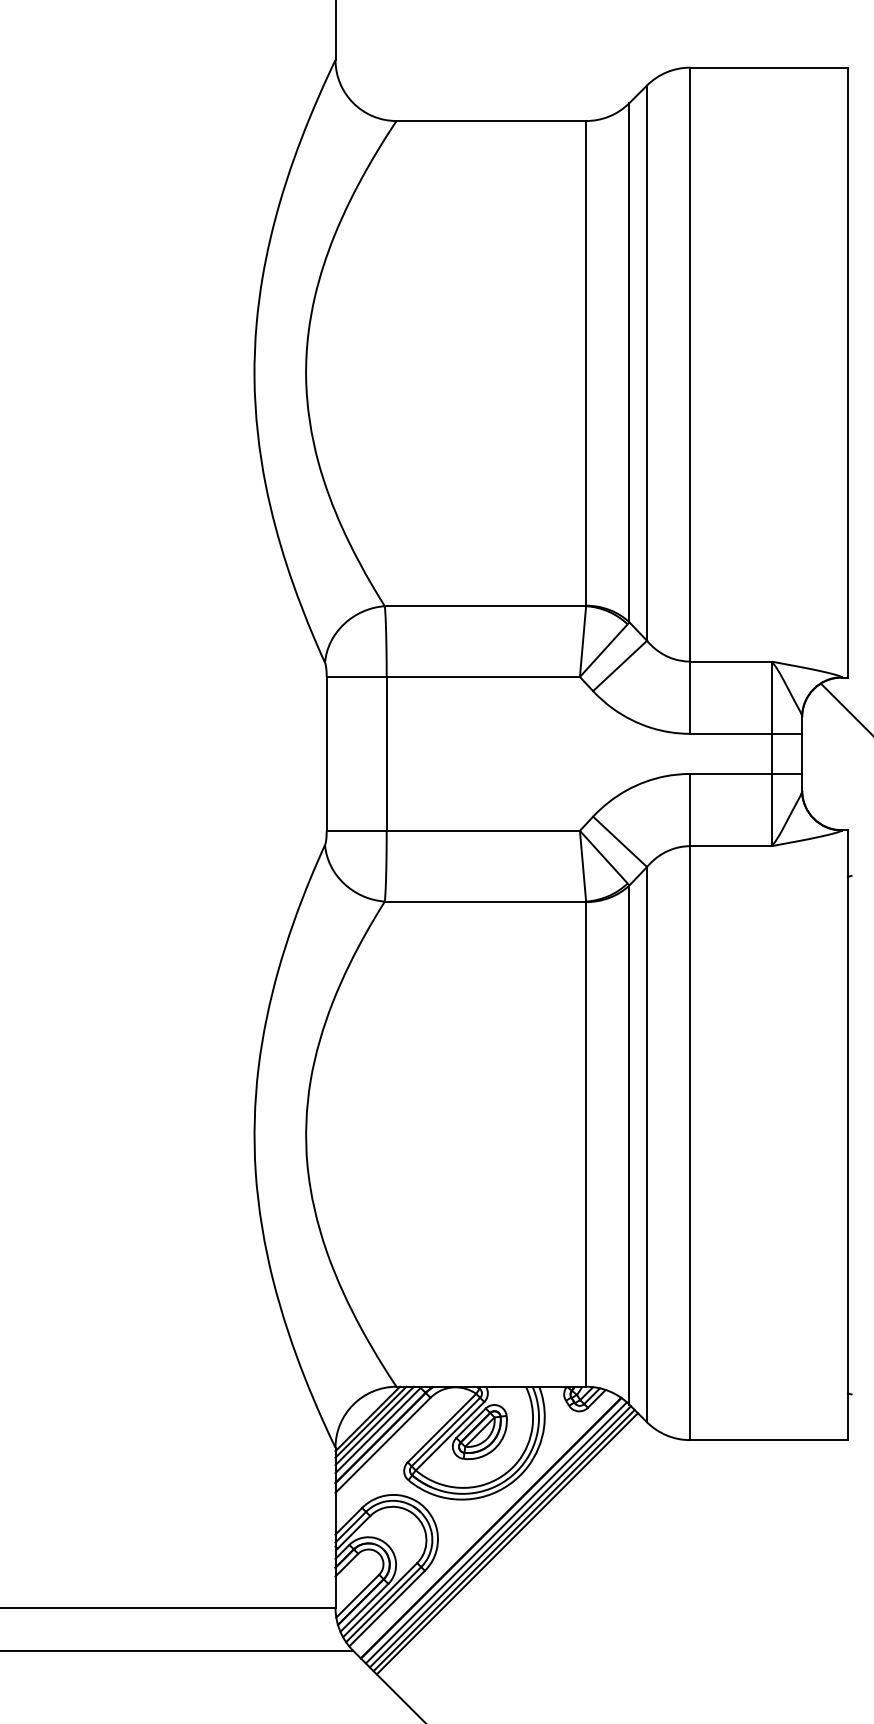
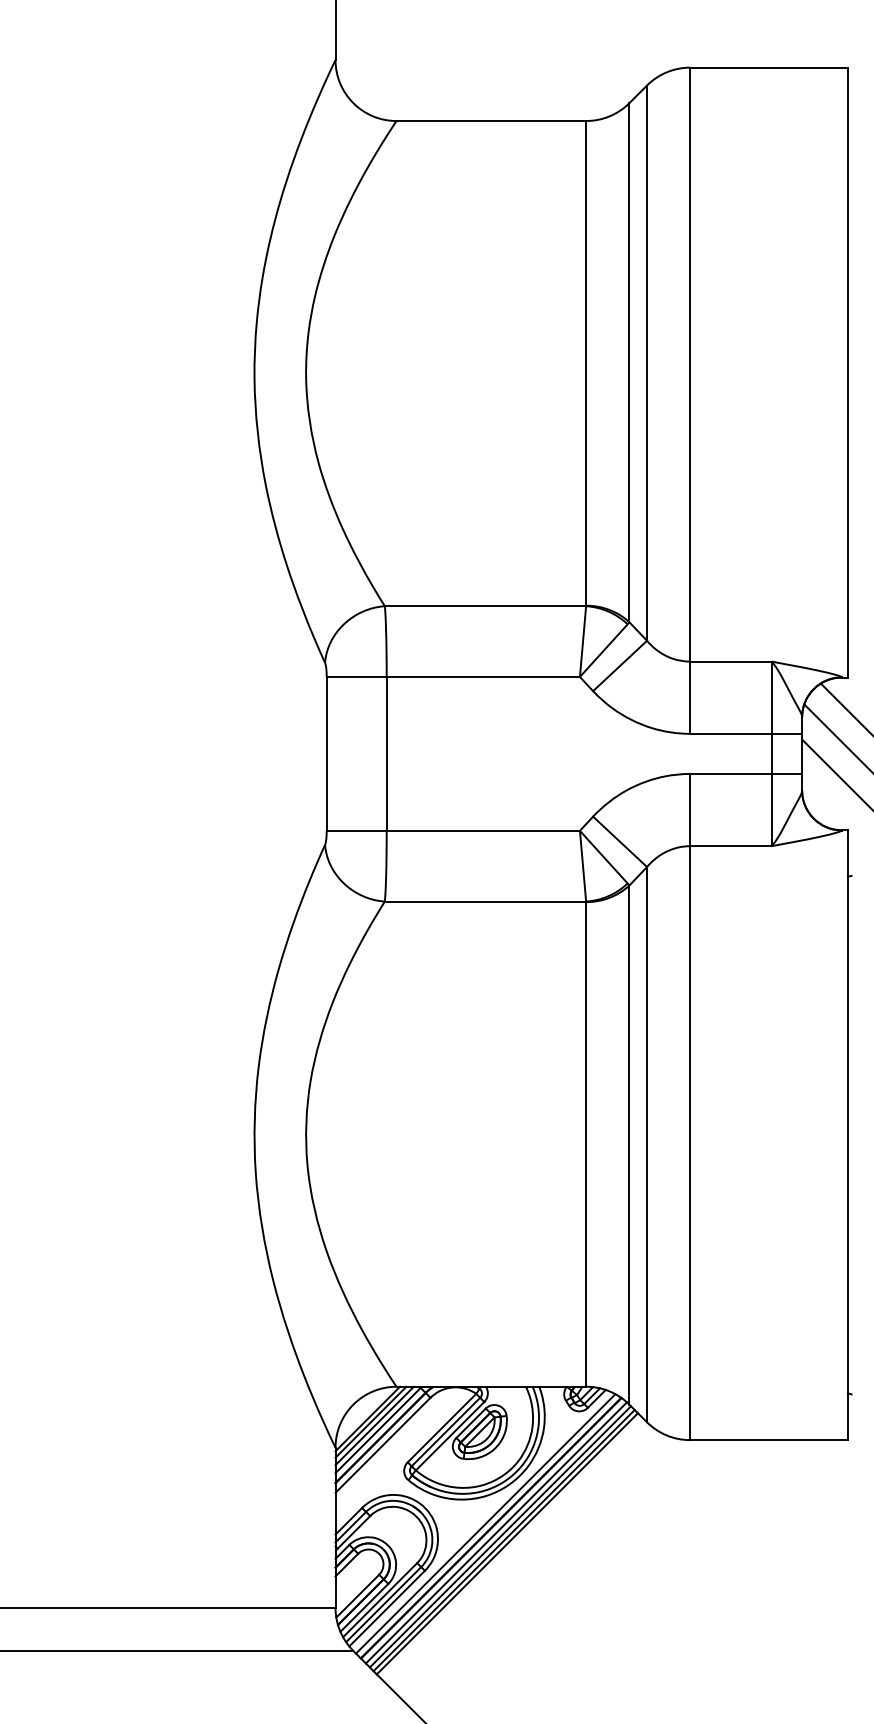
line at (837, 737): none -> present
line at (836, 773): none -> present
line at (485, 1523): none -> present
